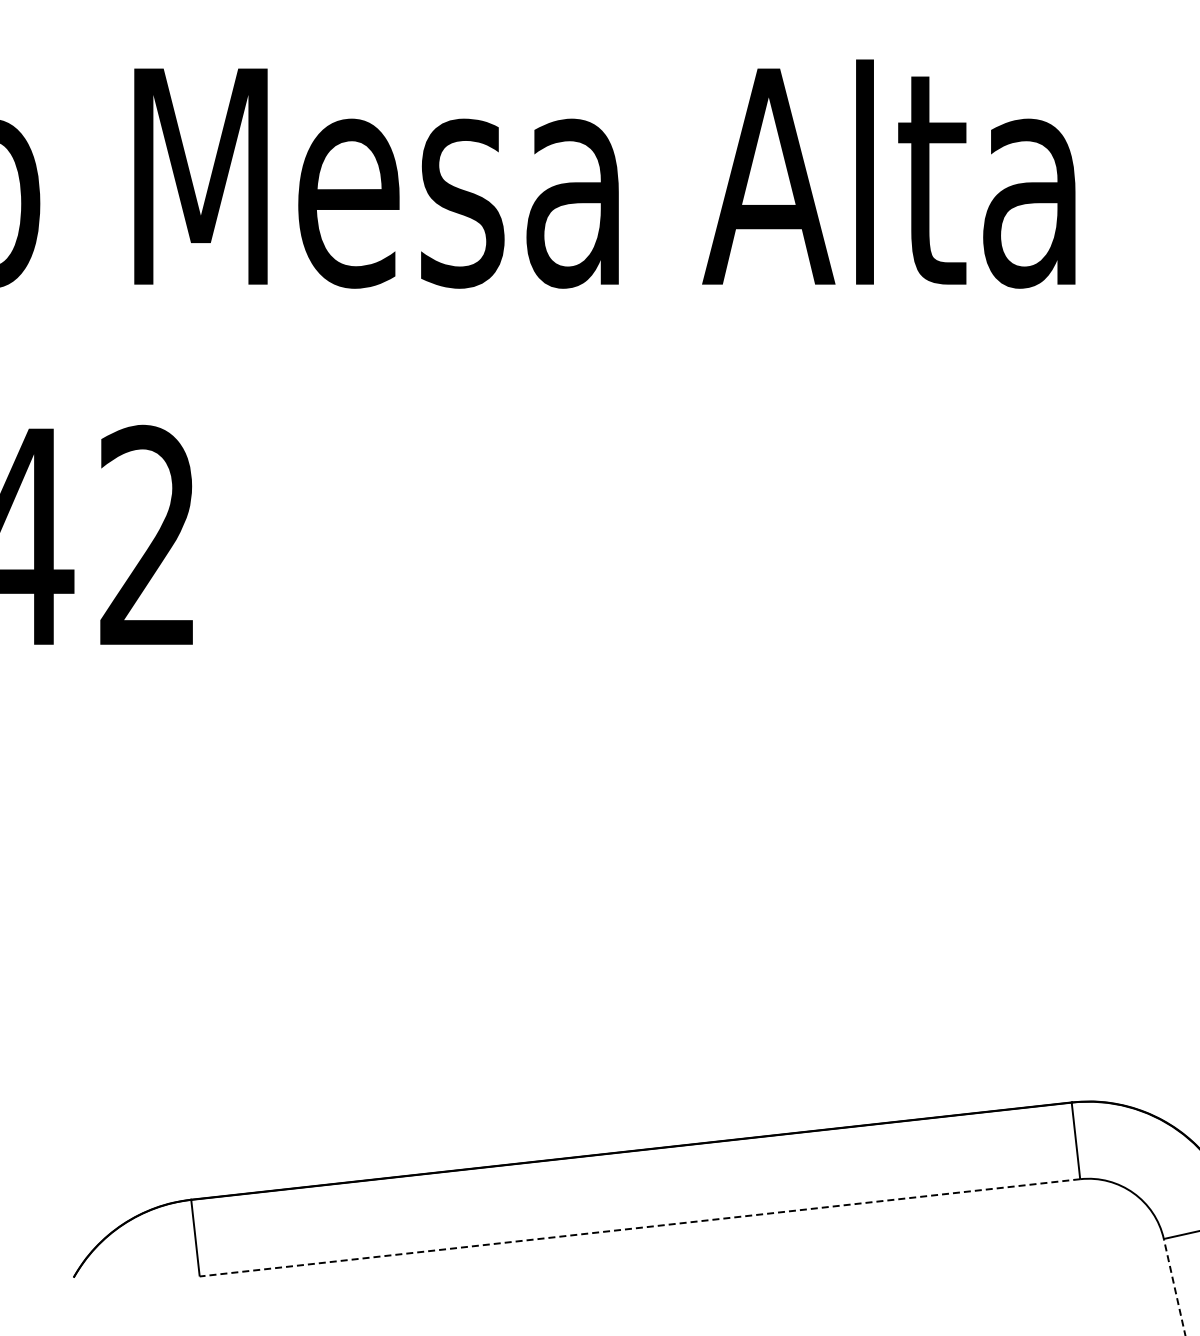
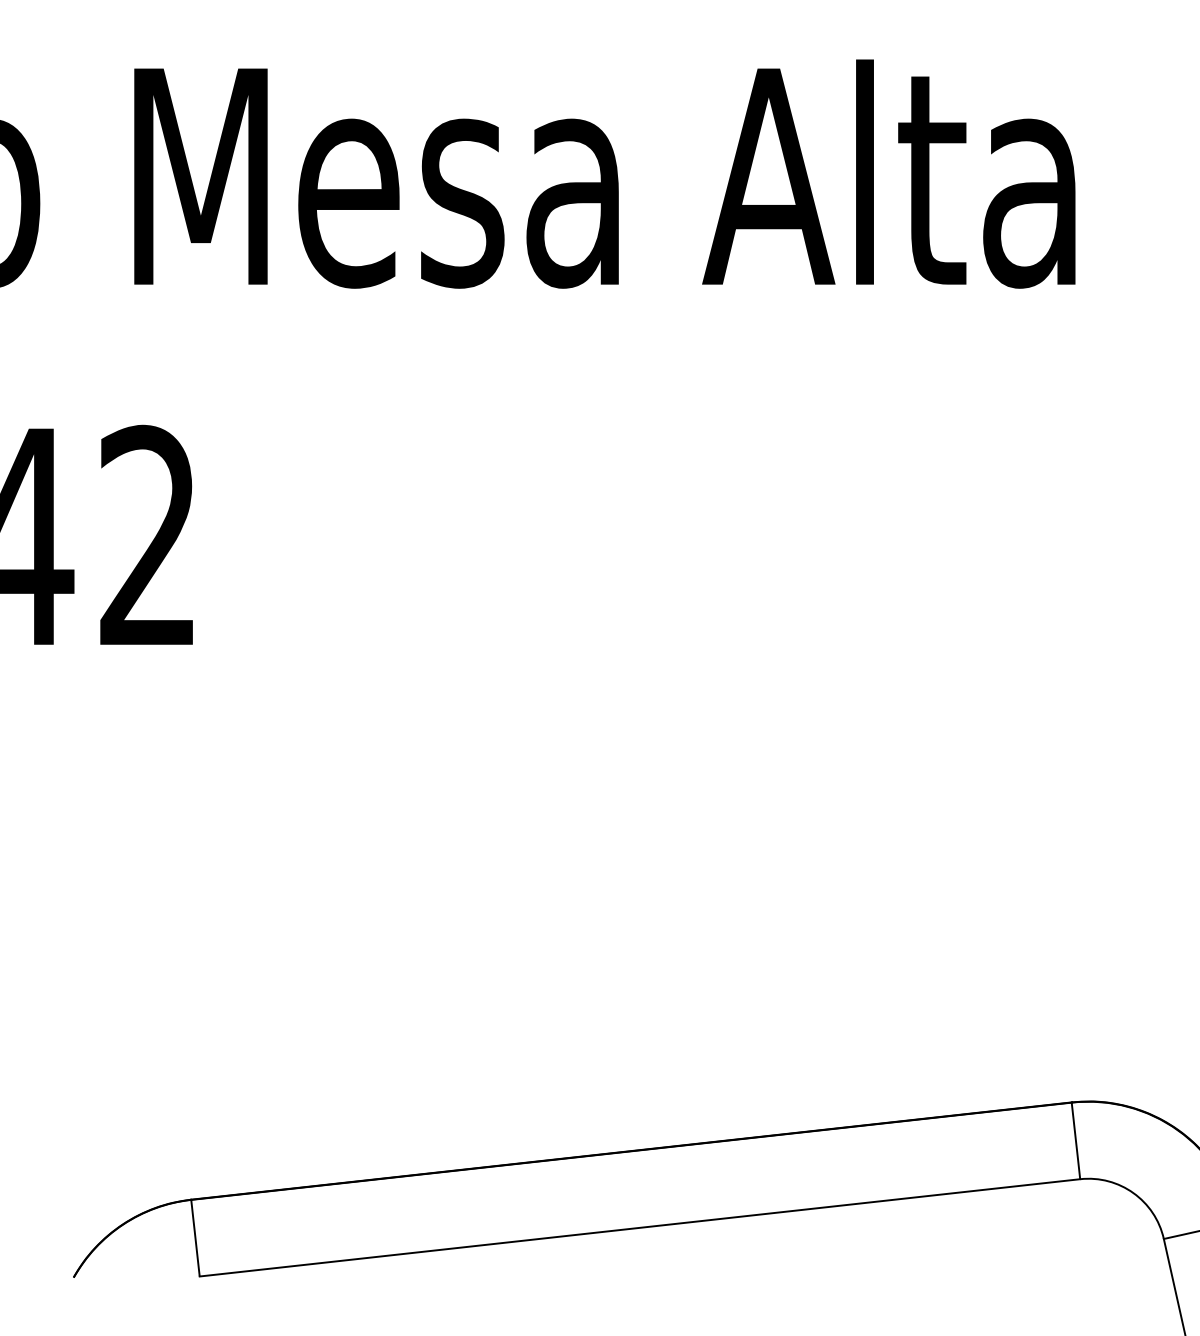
line at (639, 1227): dashed -> solid
line at (1174, 1286): dashed -> solid
